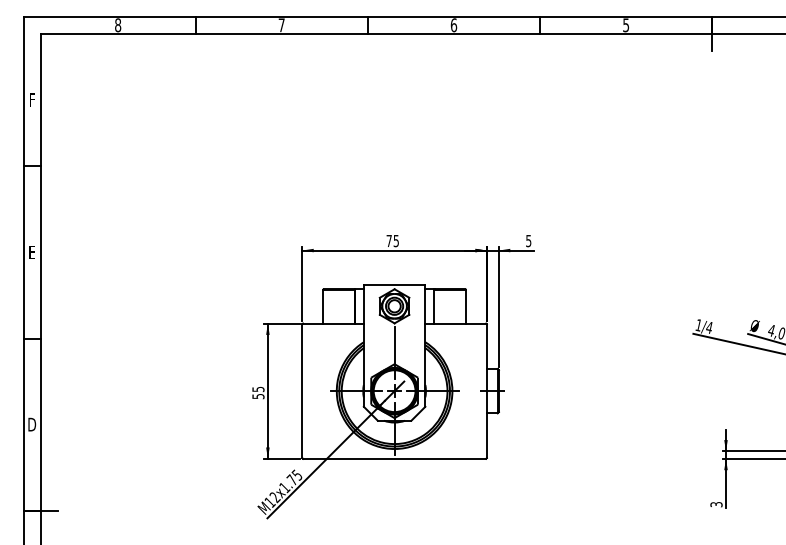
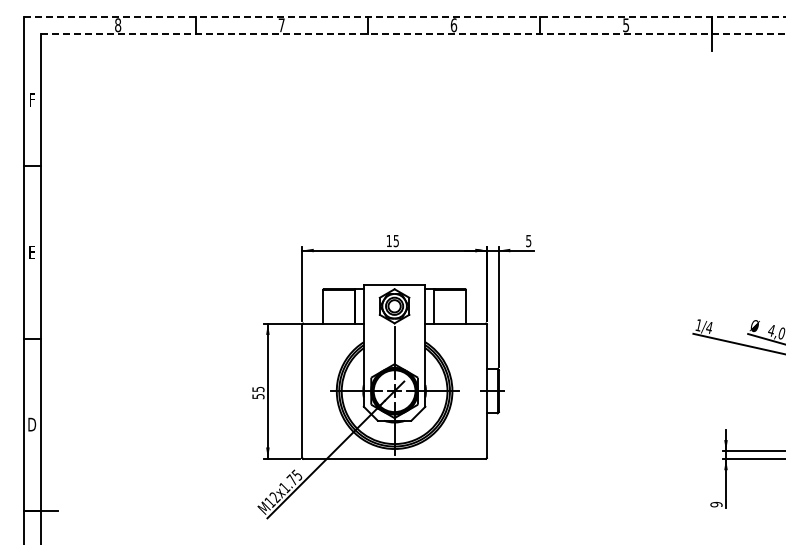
line at (404, 16): solid -> dashed
line at (413, 33): solid -> dashed
text at (388, 240): 75 -> 15
text at (716, 504): 3 -> 9
